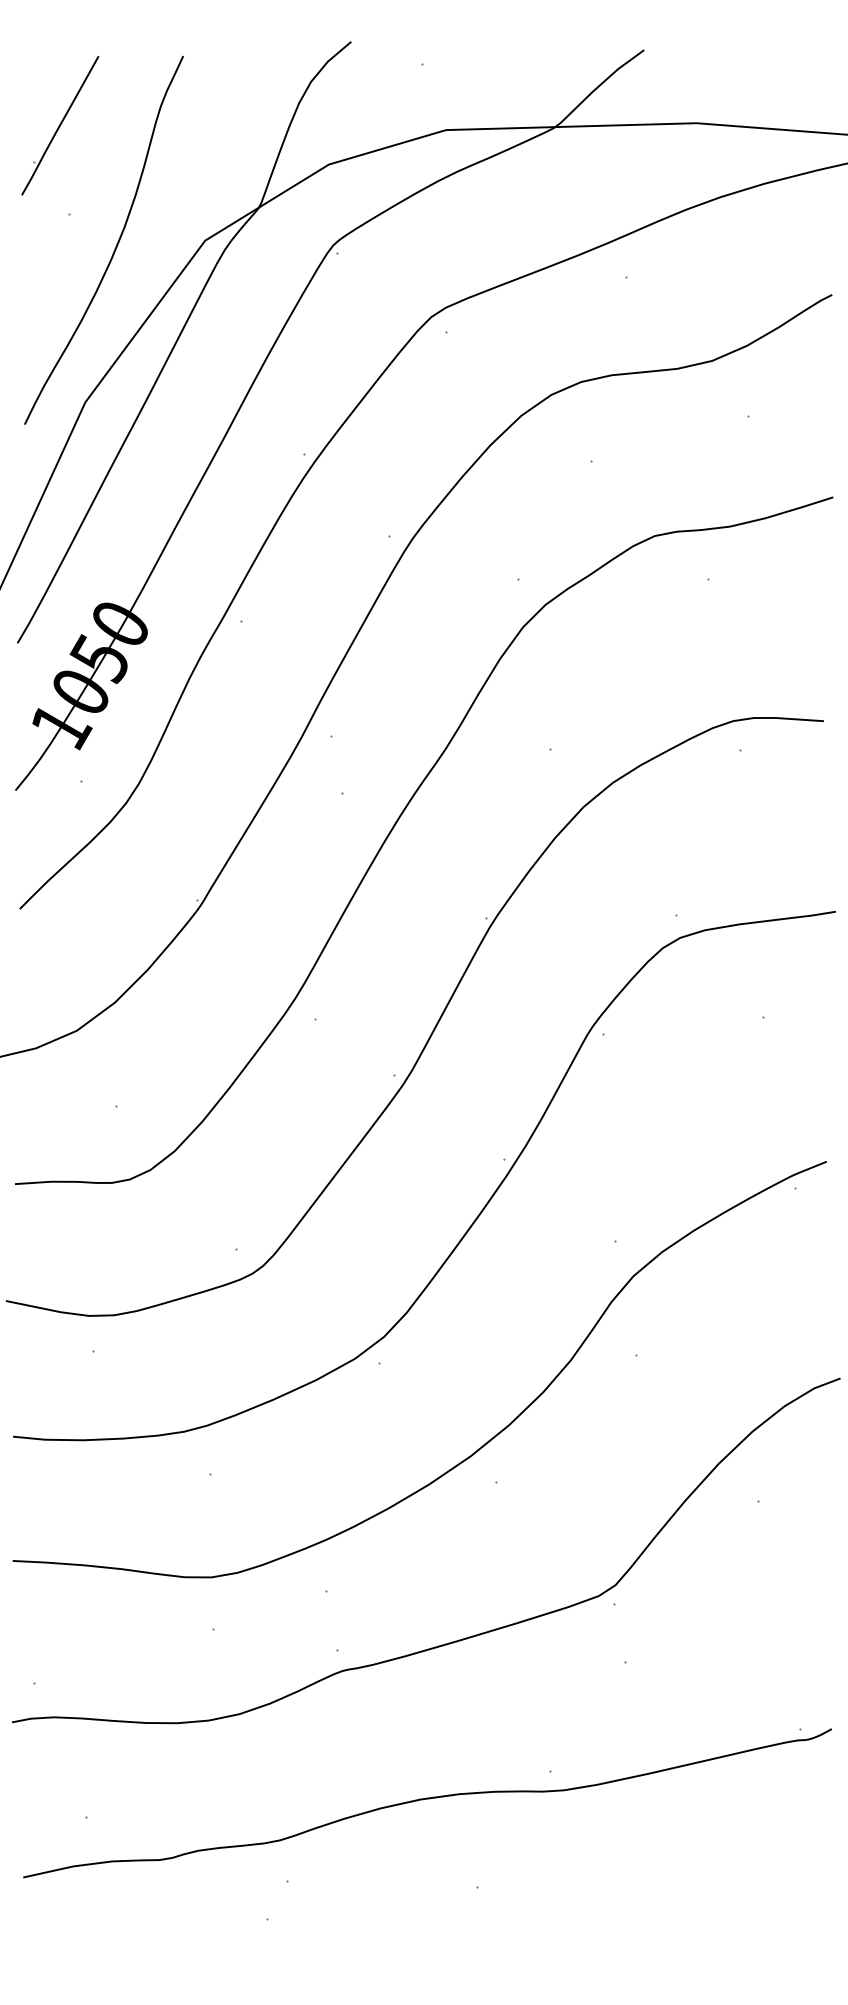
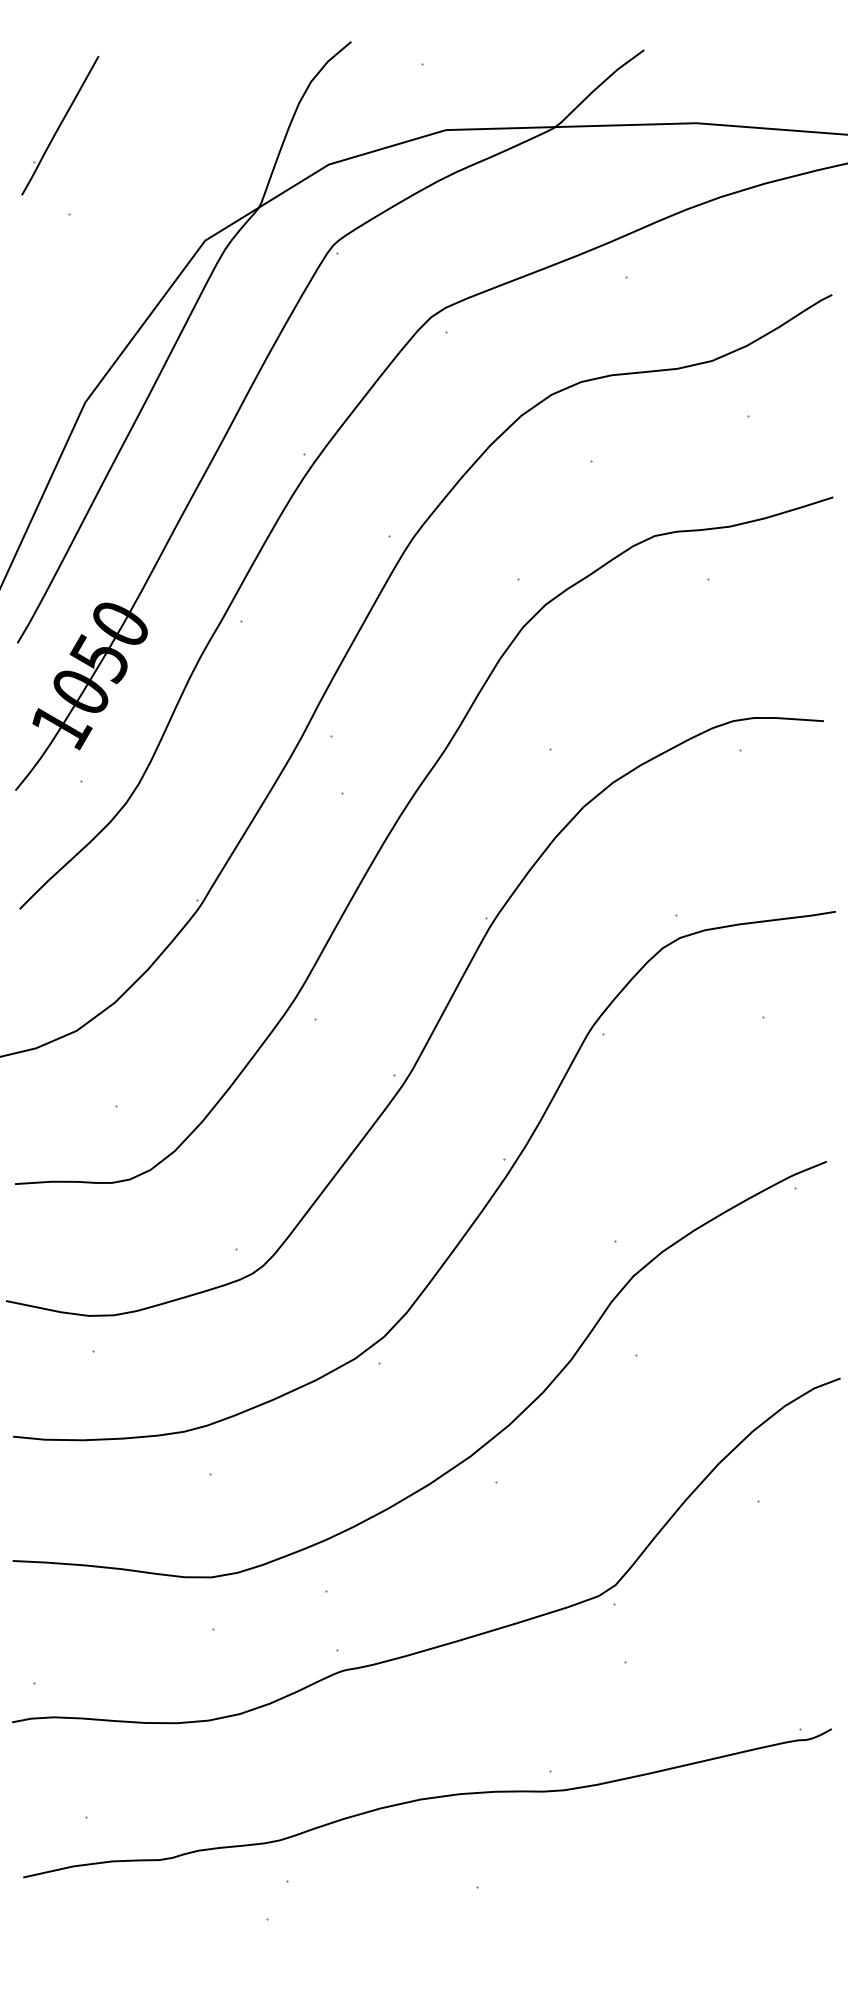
curve at (115, 246): present -> none
